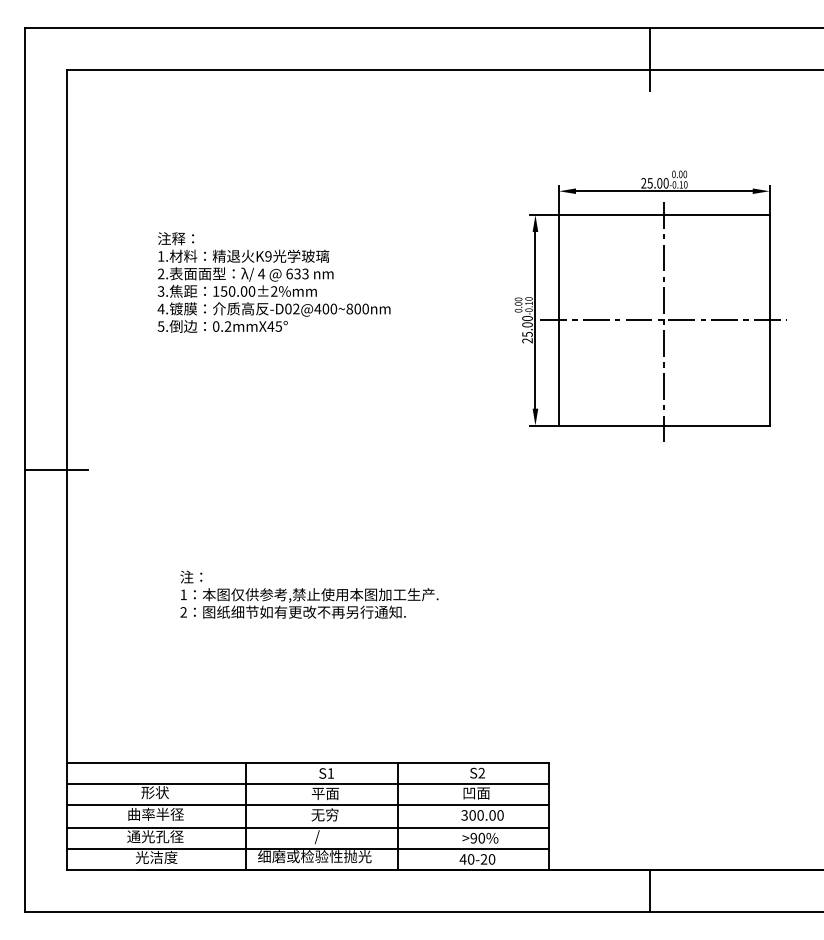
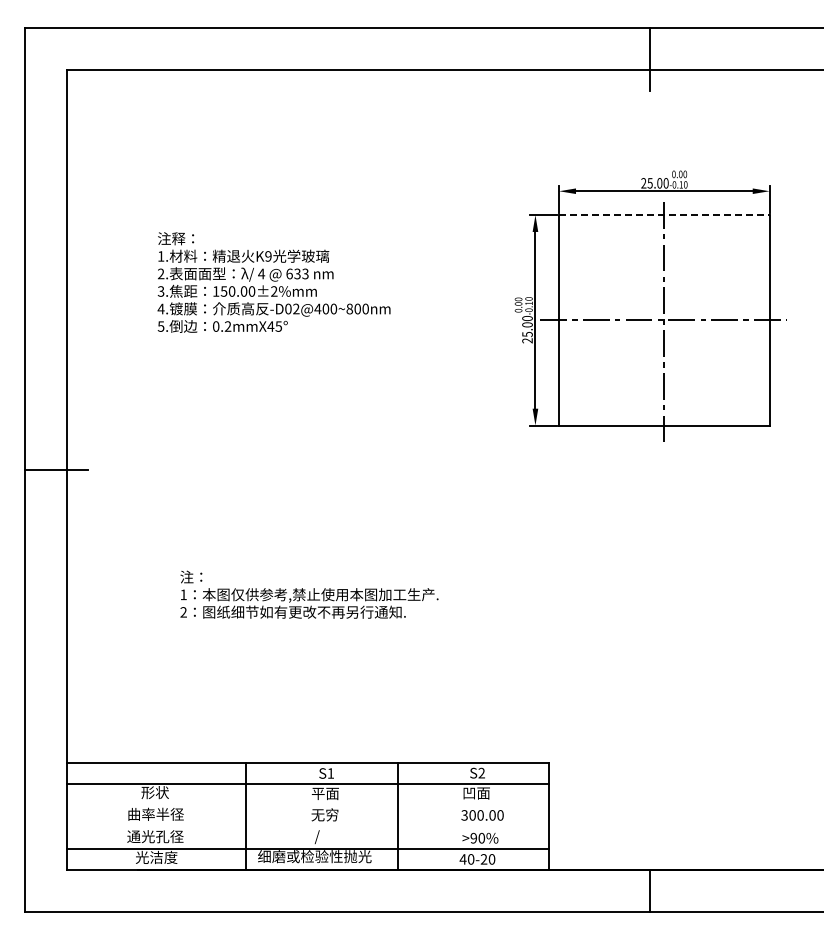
line at (664, 215): solid -> dashed
line at (307, 804): present -> none
line at (307, 827): present -> none
